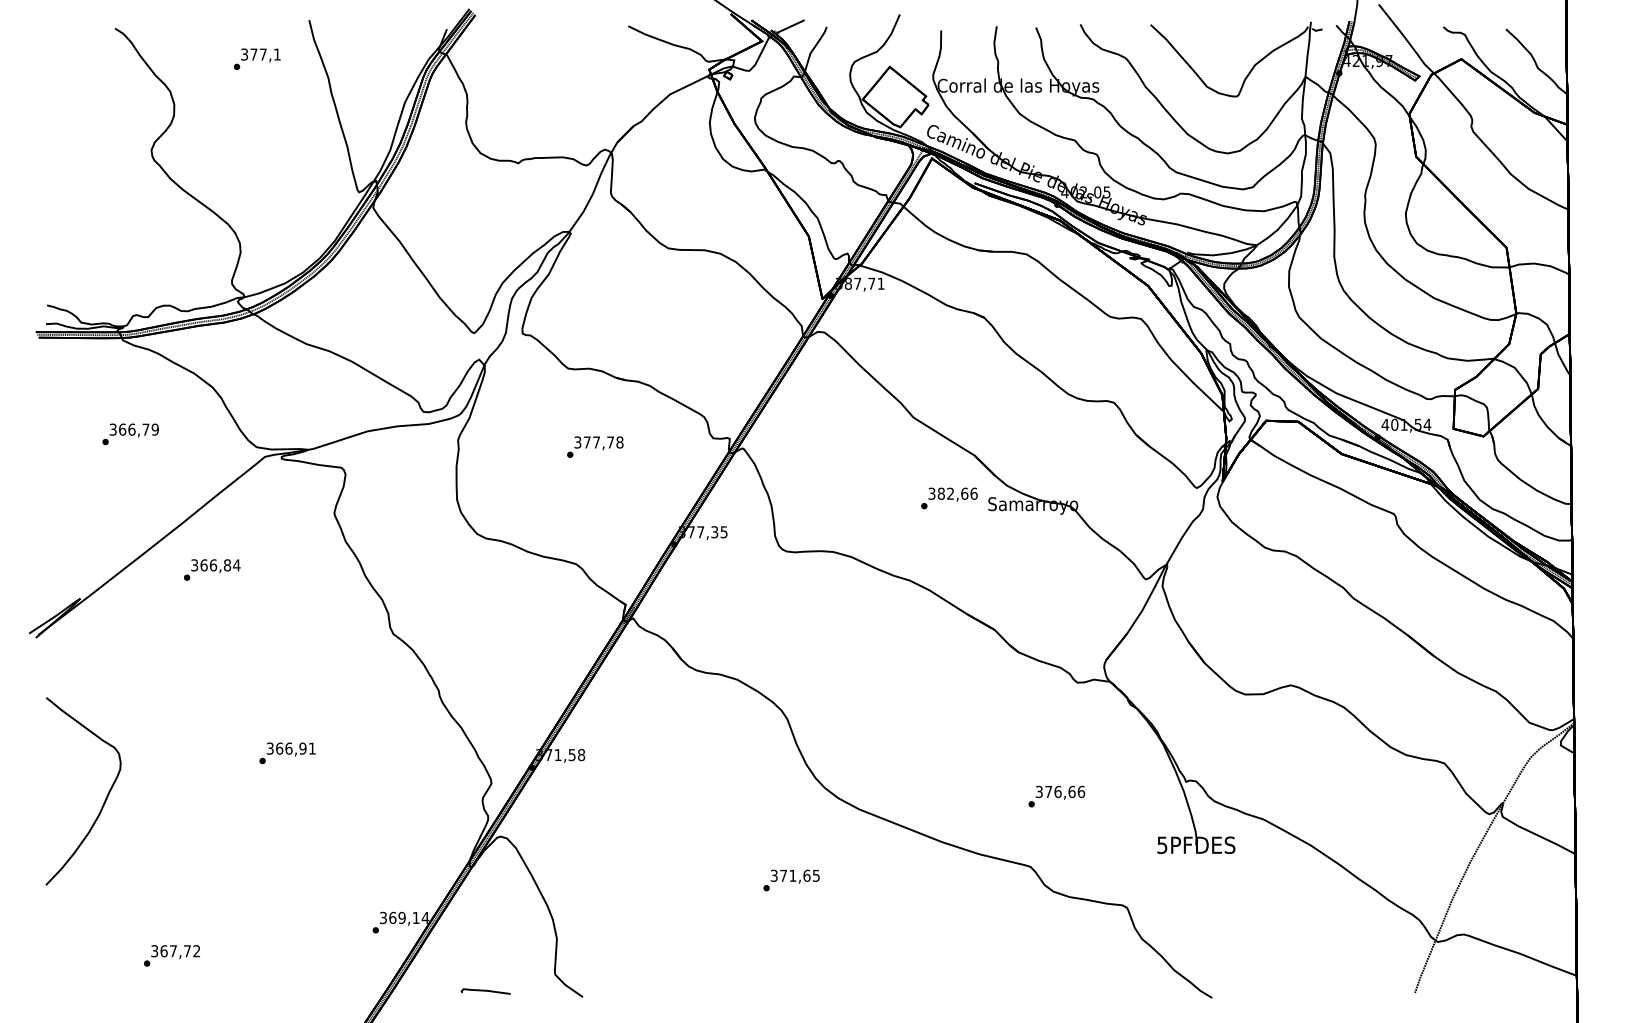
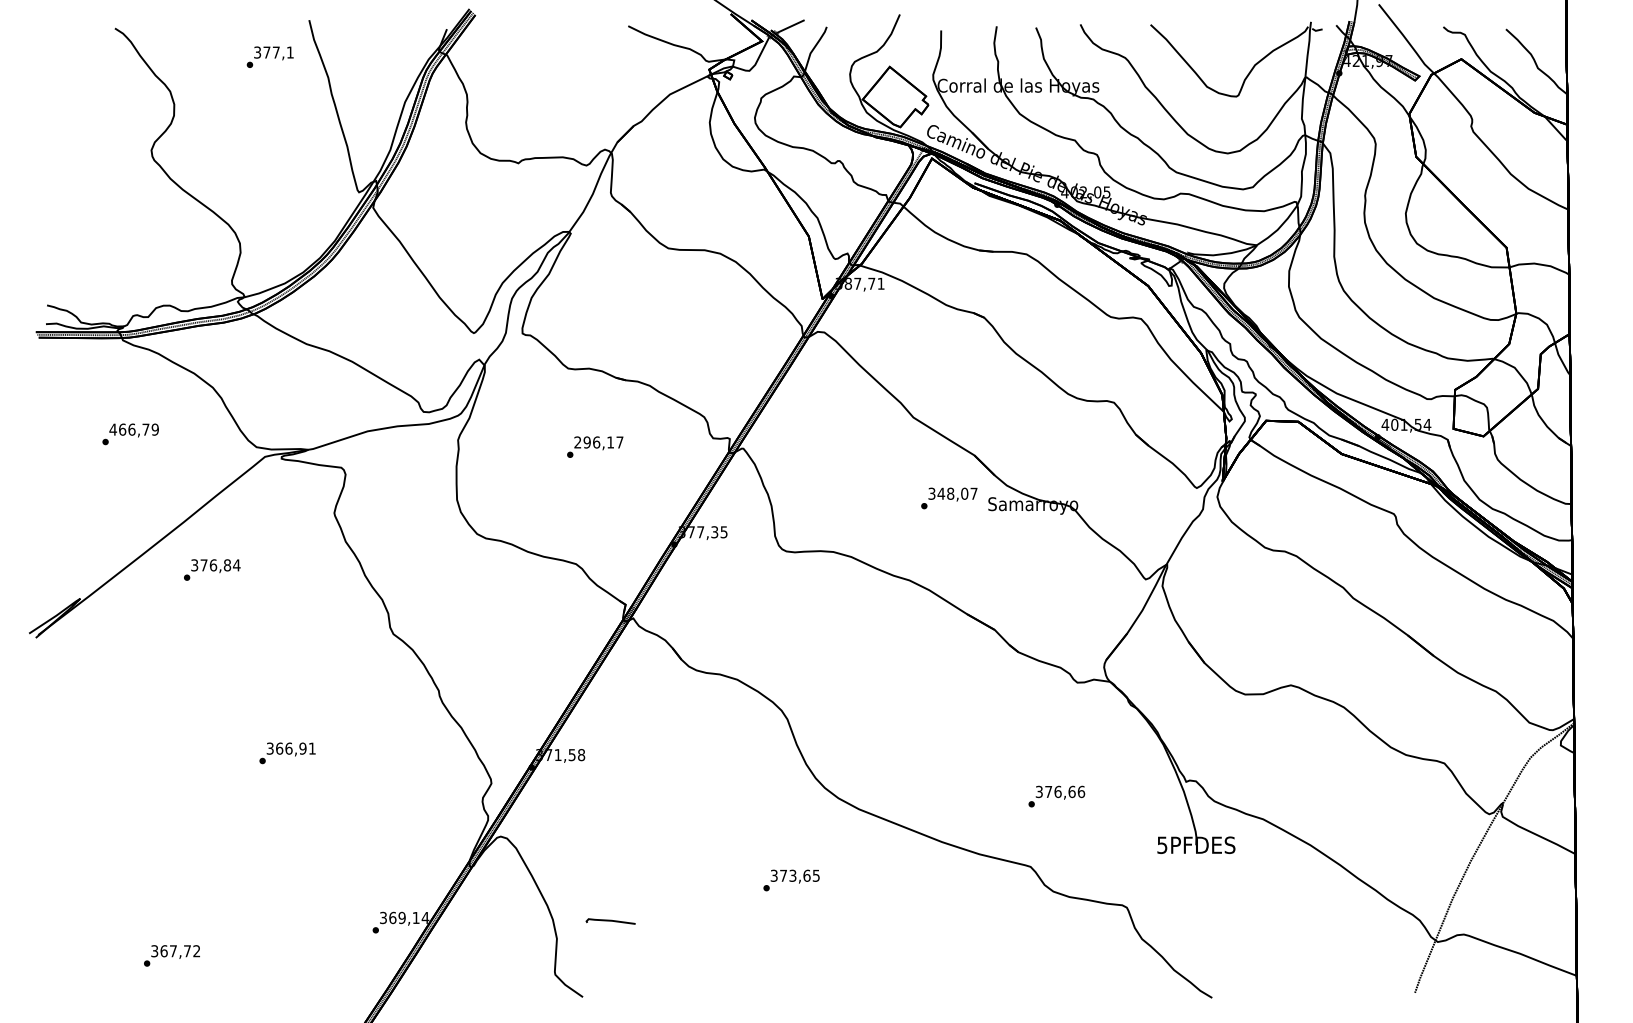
text at (256, 58) position: (256, 58) -> (269, 56)
text at (113, 429): 366,79 -> 466,79
text at (598, 442): 377,78 -> 296,17
text at (957, 493): 382,66 -> 348,07
text at (203, 565): 366,84 -> 376,84
curve at (103, 802): present -> none
text at (792, 875): 371,65 -> 373,65
curve at (485, 991) position: (485, 991) -> (610, 921)
